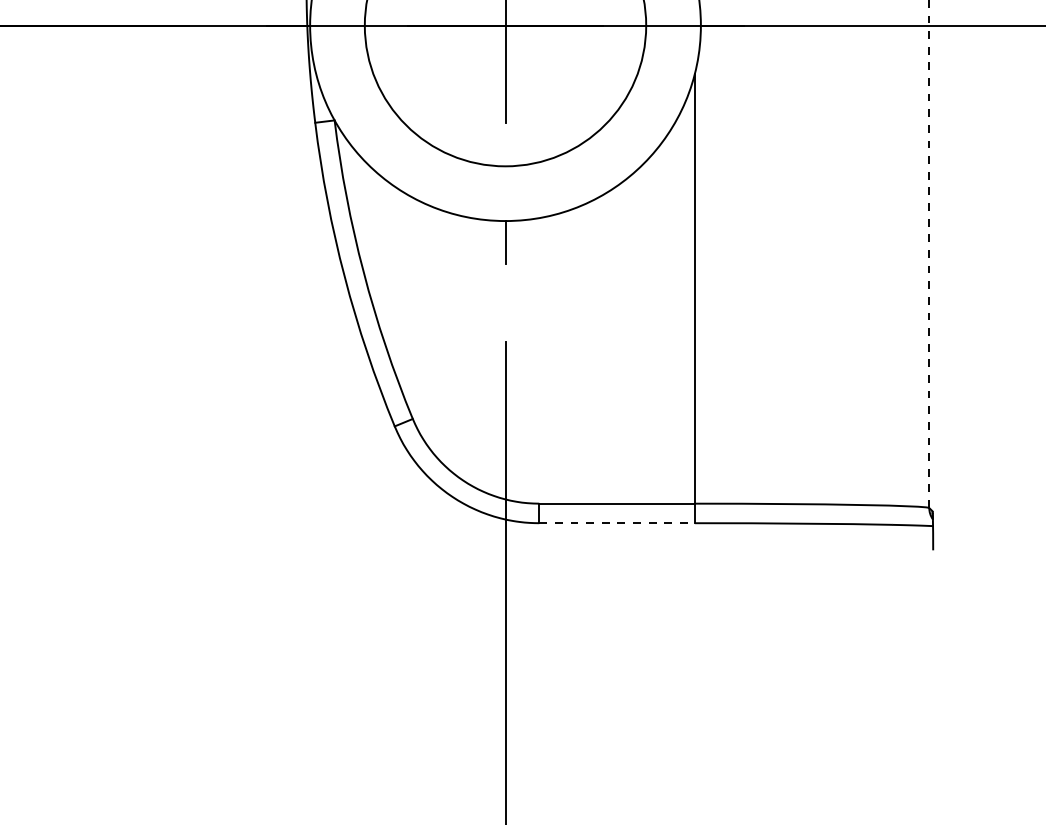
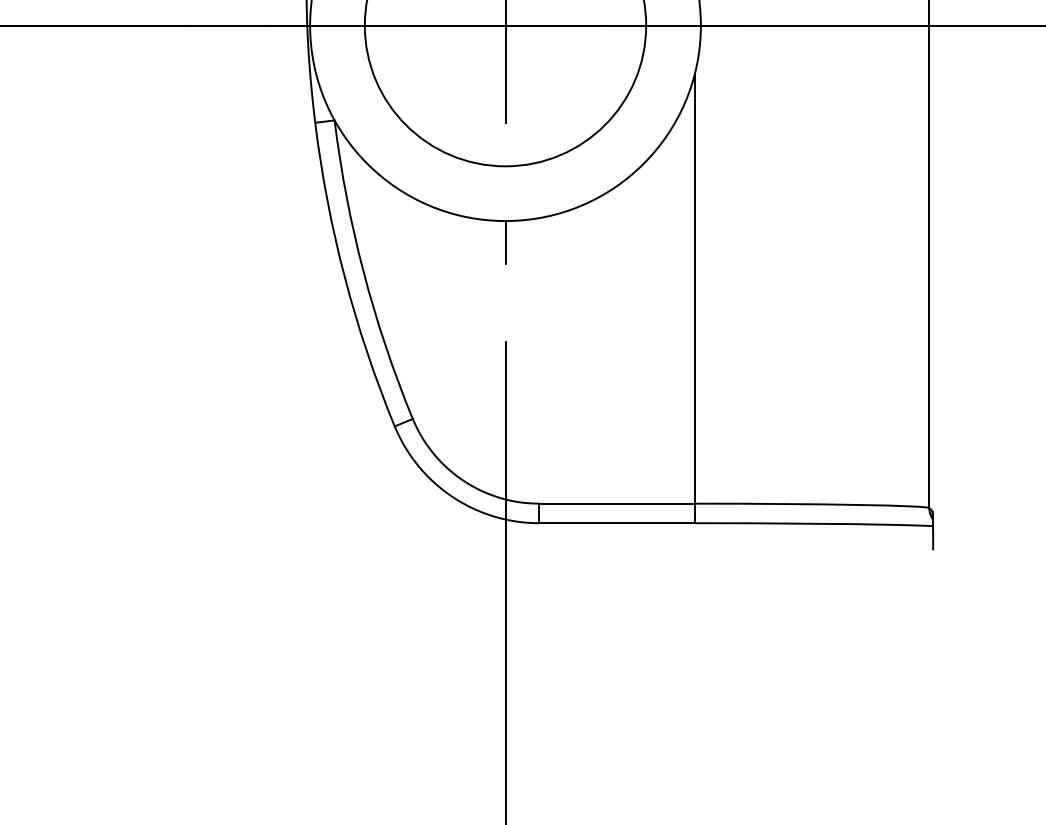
line at (929, 254): dashed -> solid
line at (617, 523): dashed -> solid
